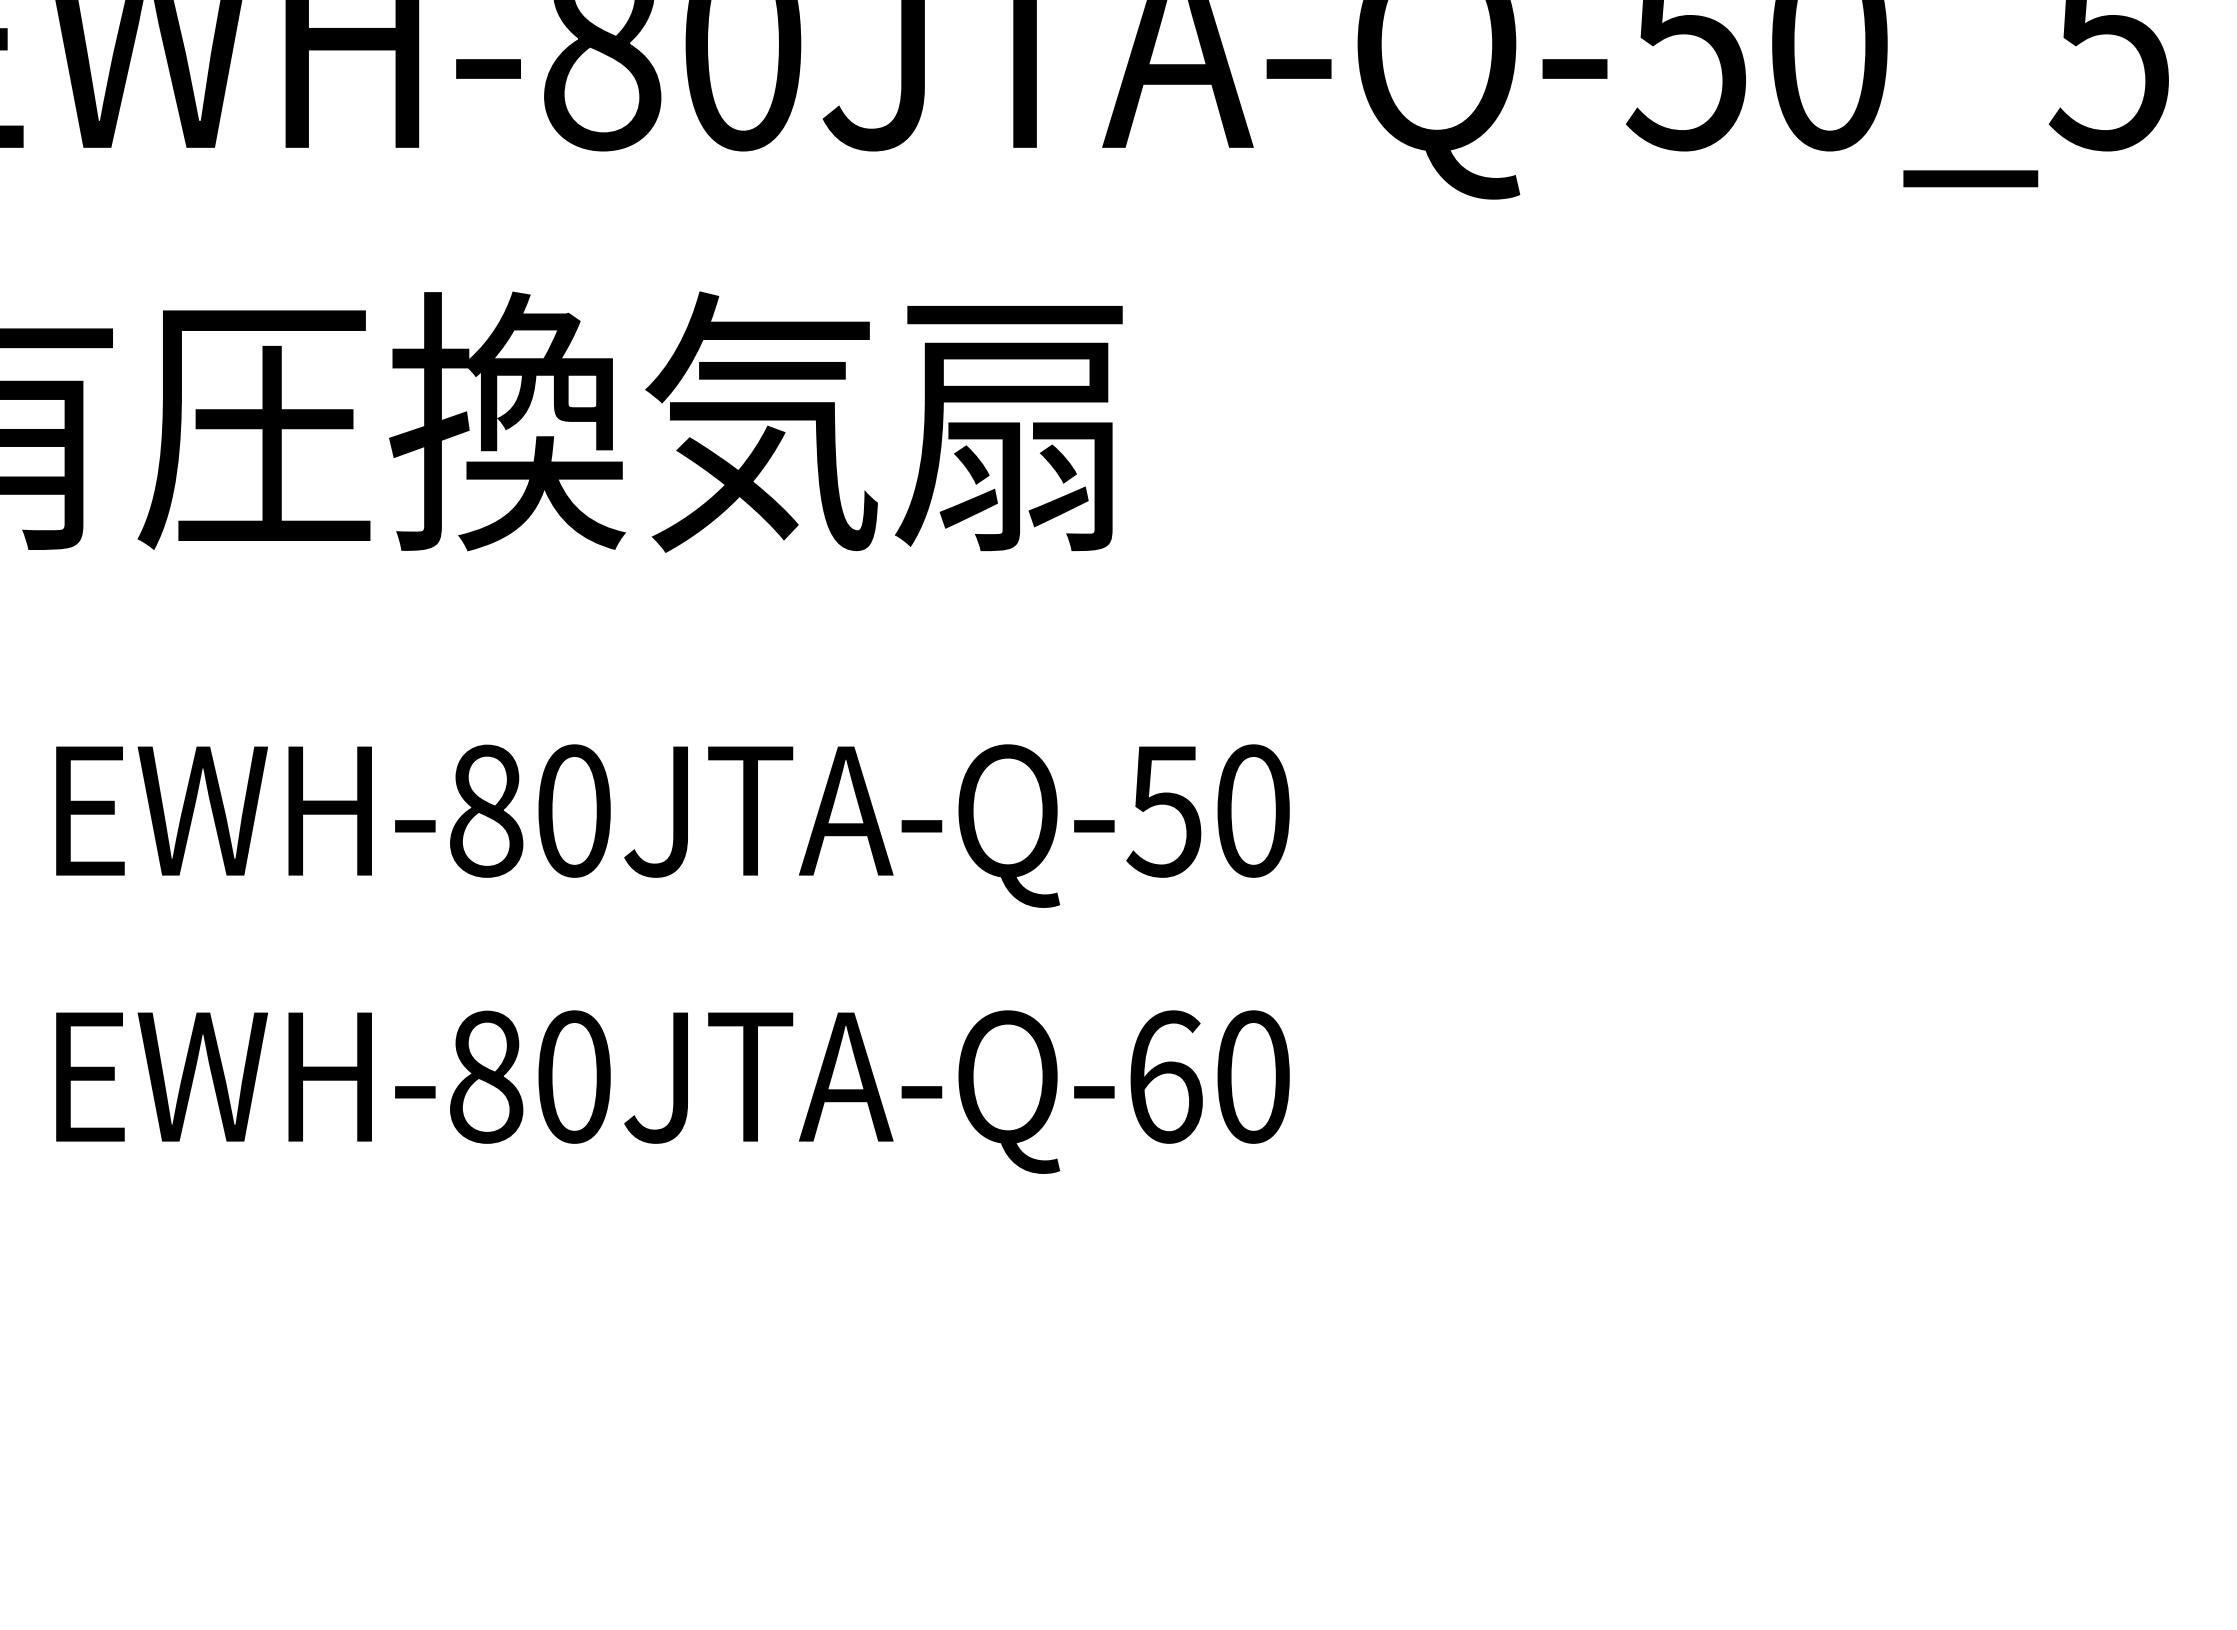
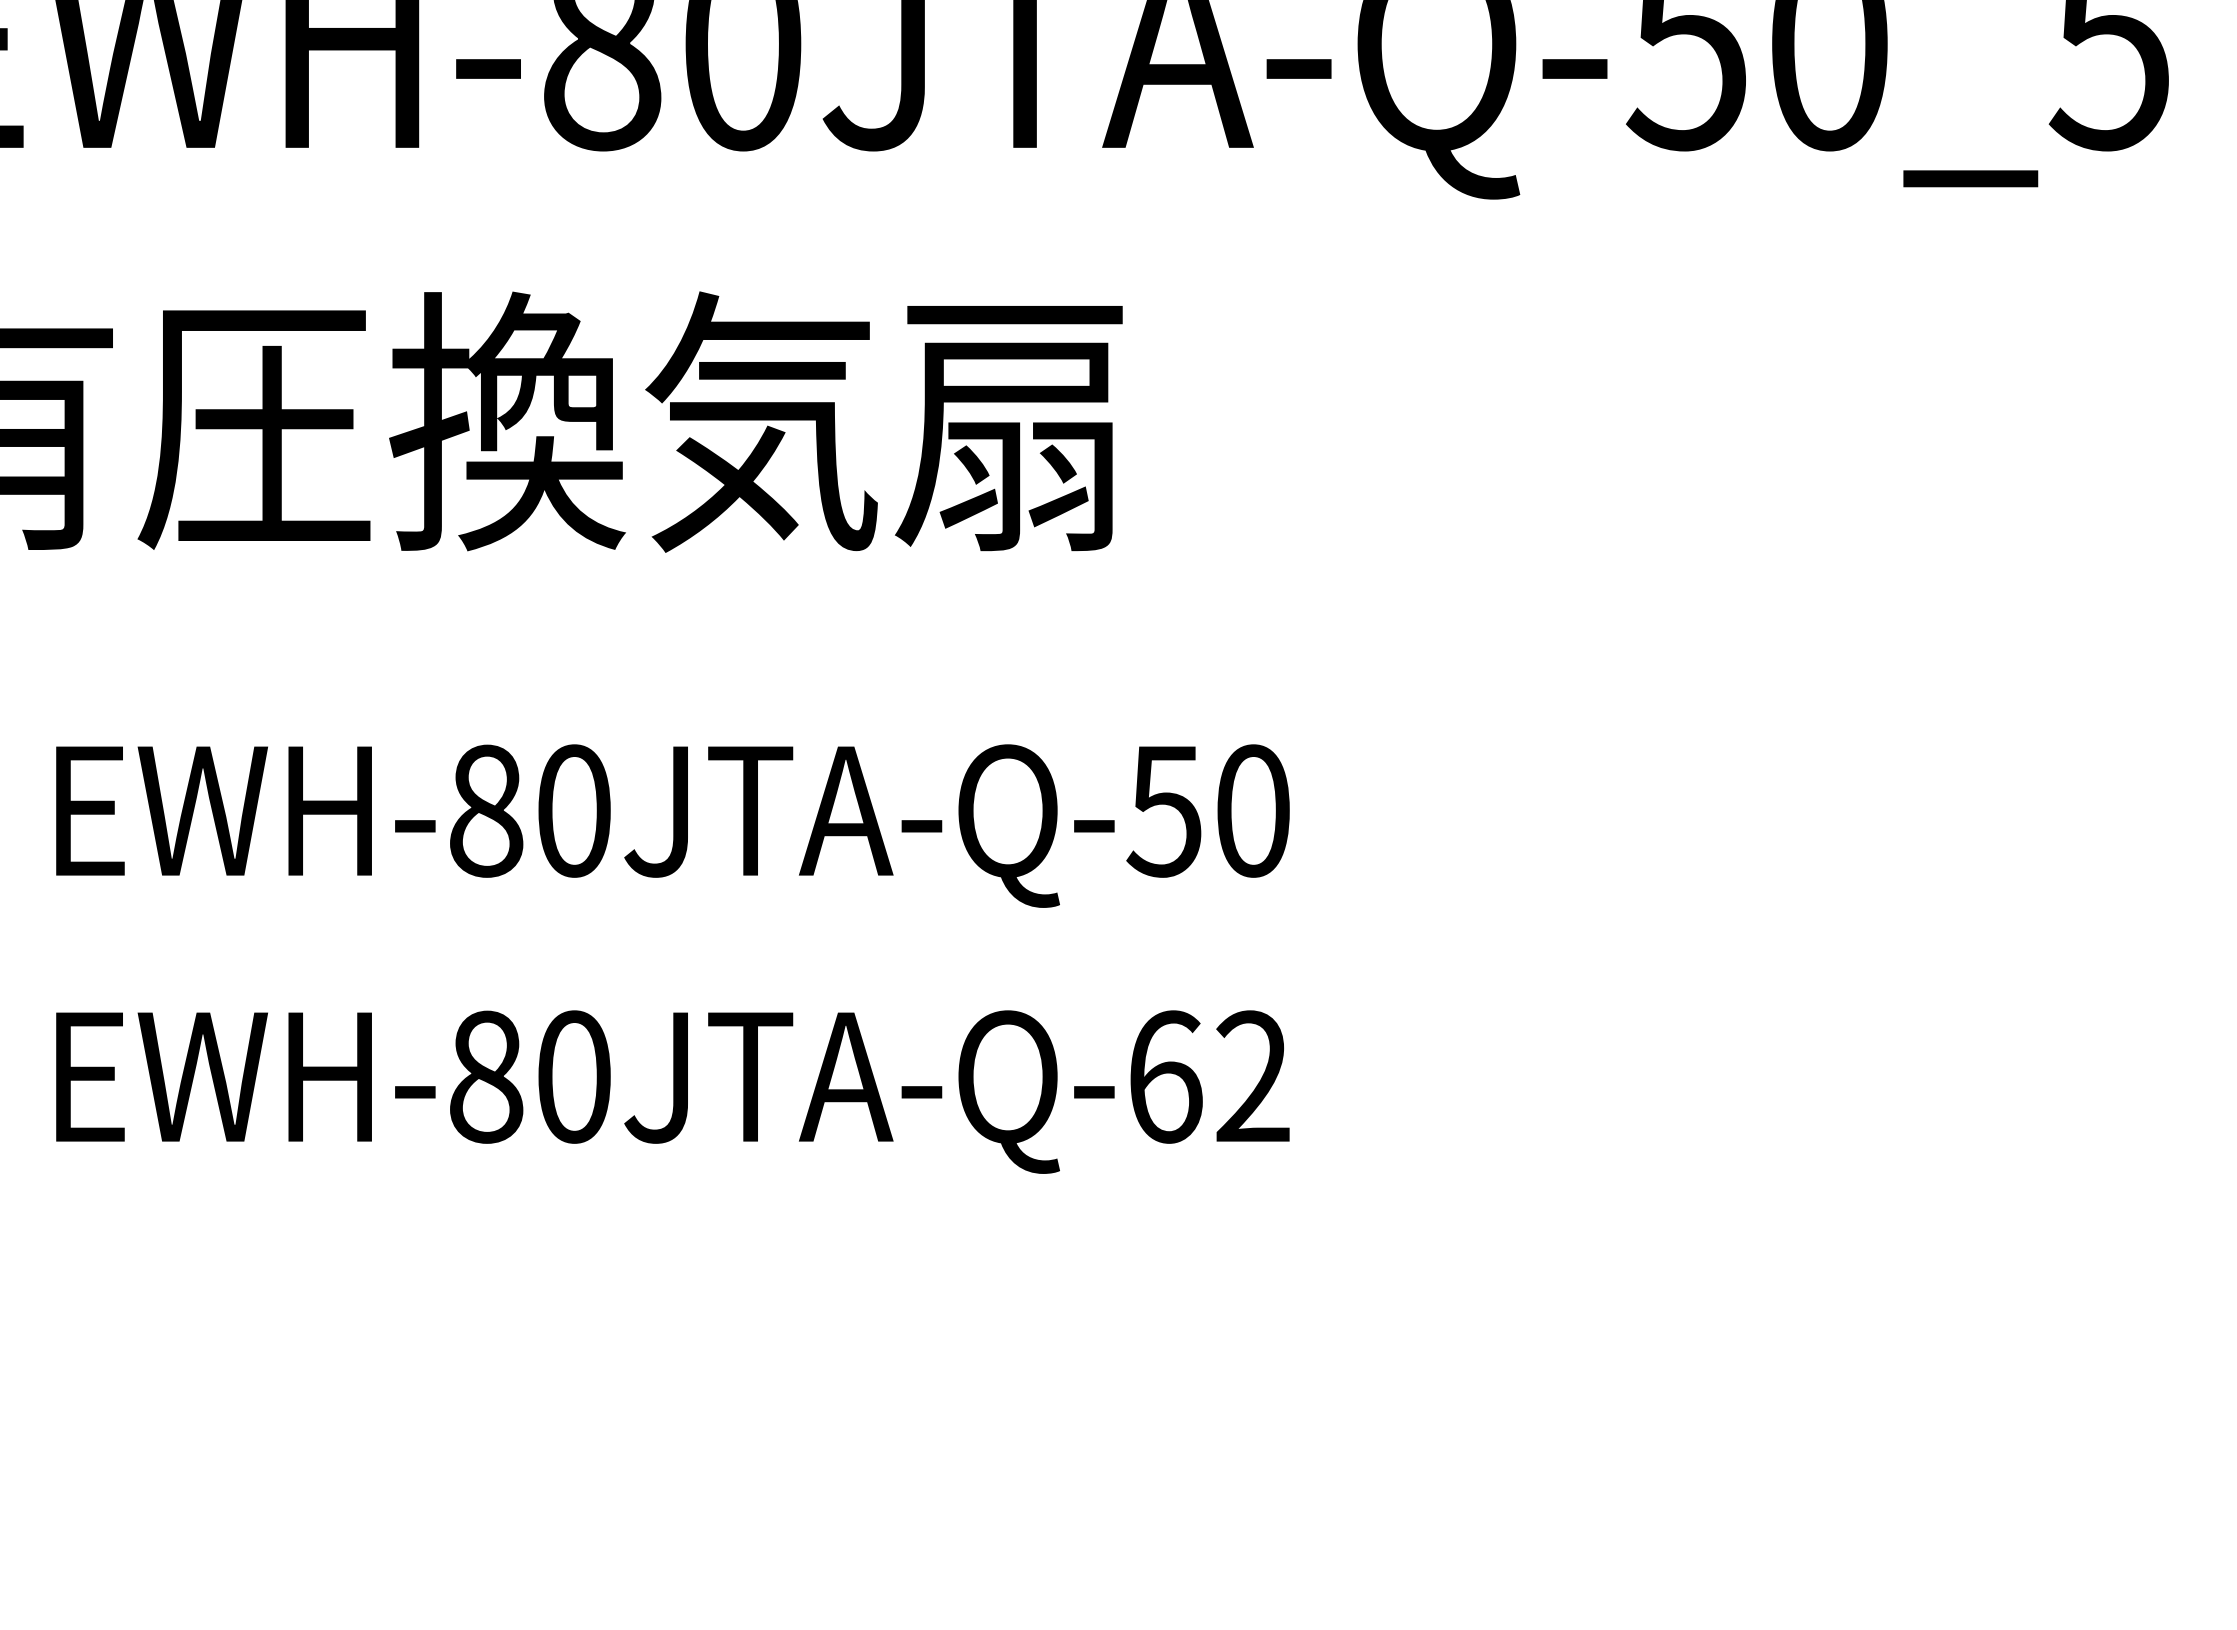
text at (1252, 1076): EWH-80JTA-Q-60 -> EWH-80JTA-Q-62
